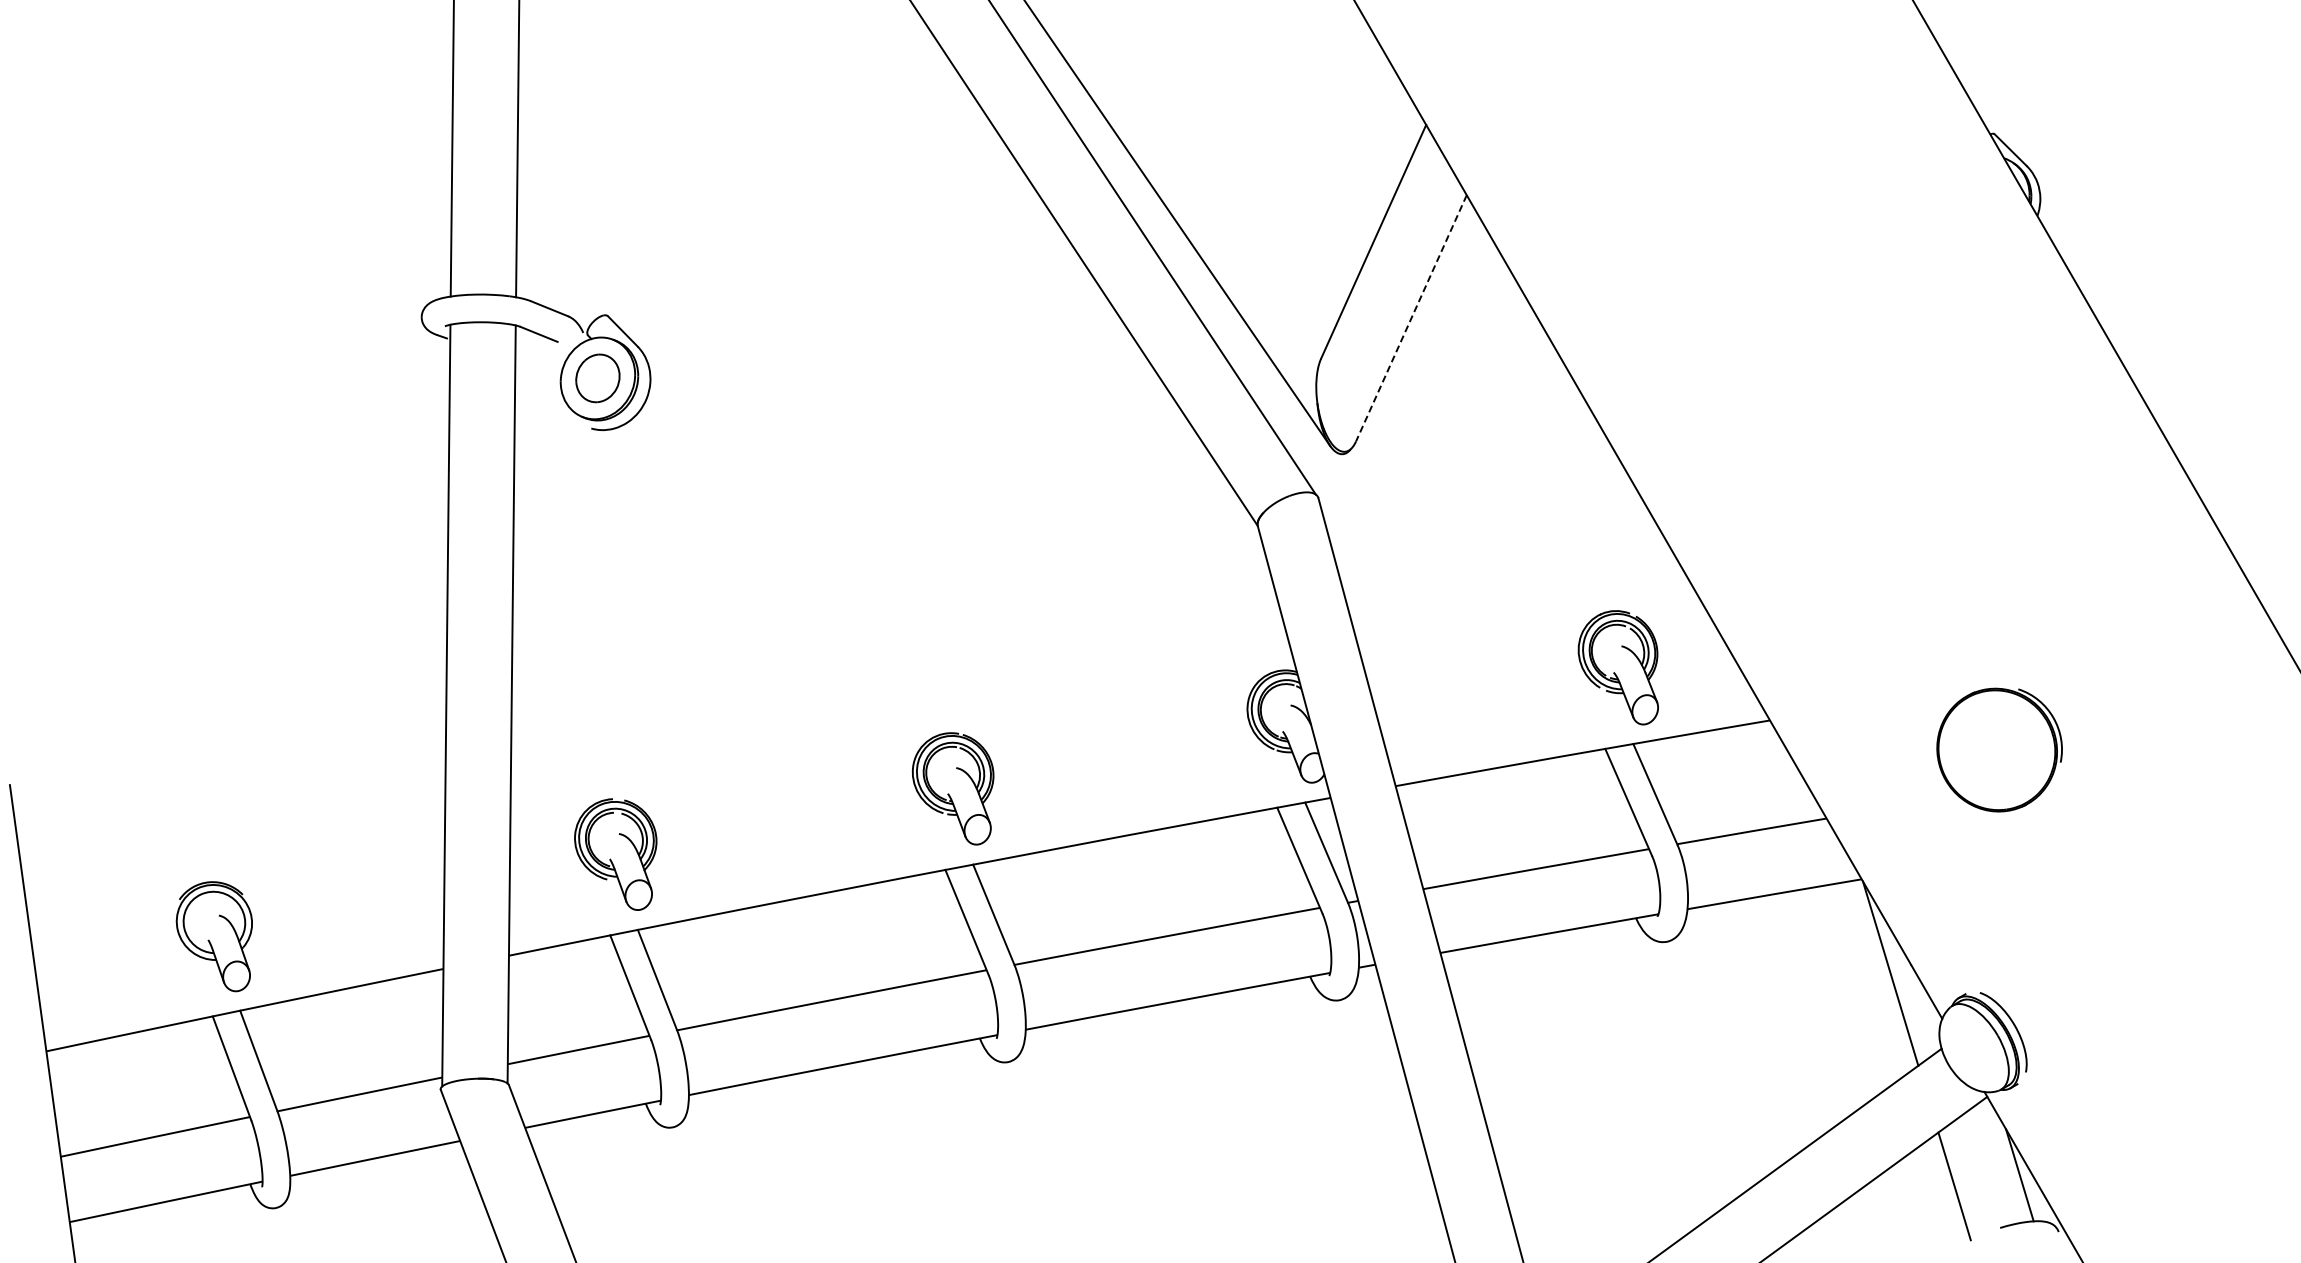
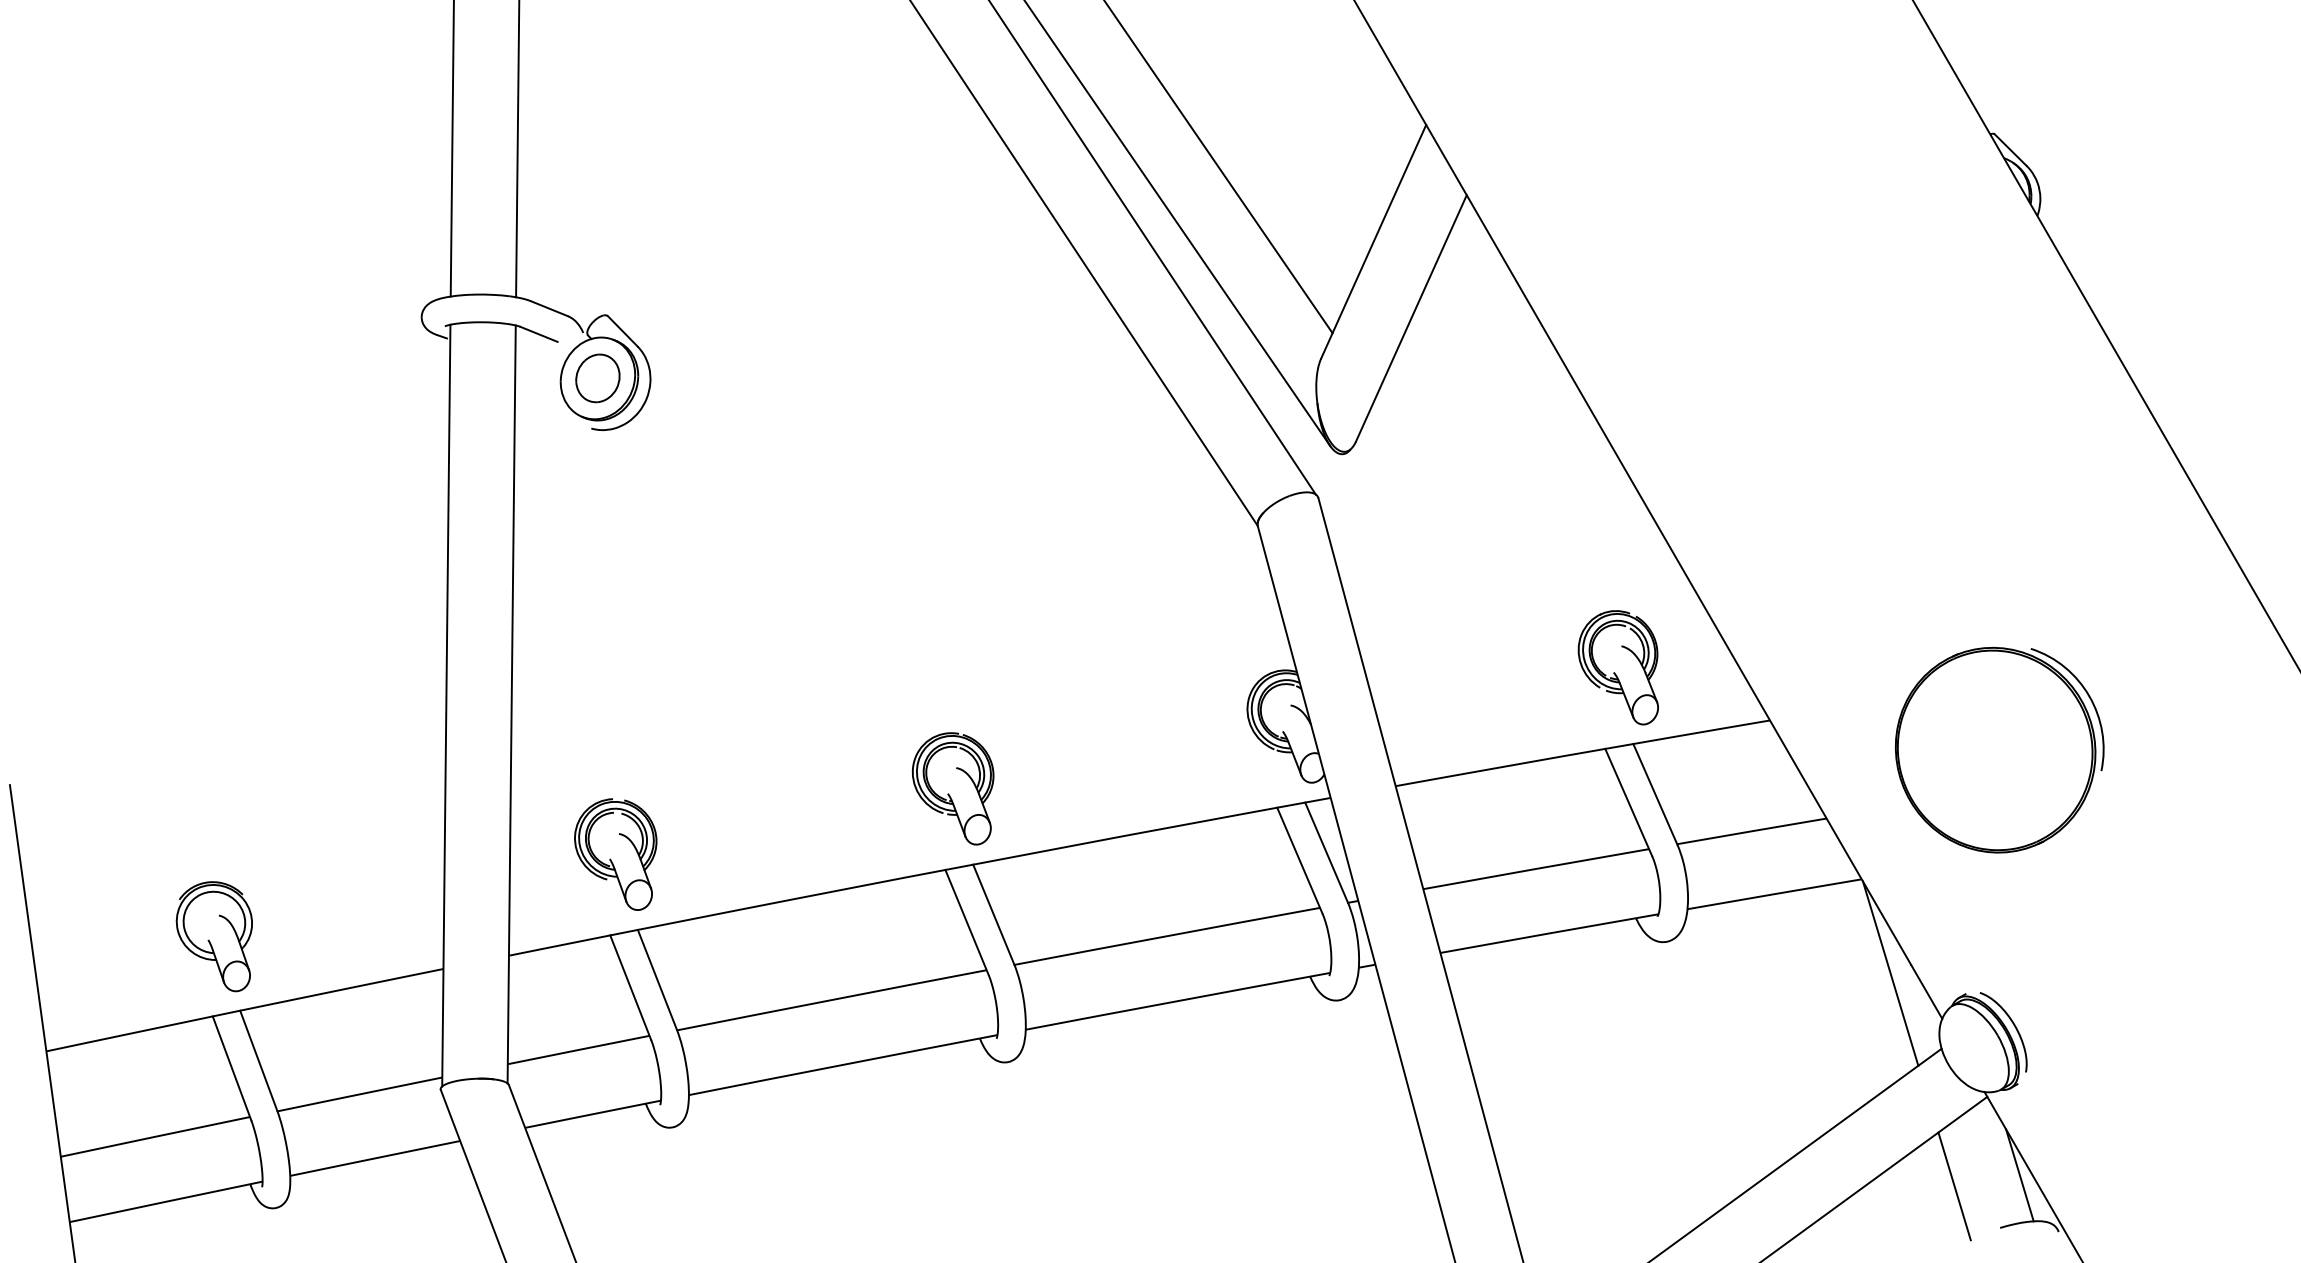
line at (1218, 167): none -> present
line at (1411, 318): dashed -> solid
part at (1999, 749) size: 127x126 px -> 211x208 px
